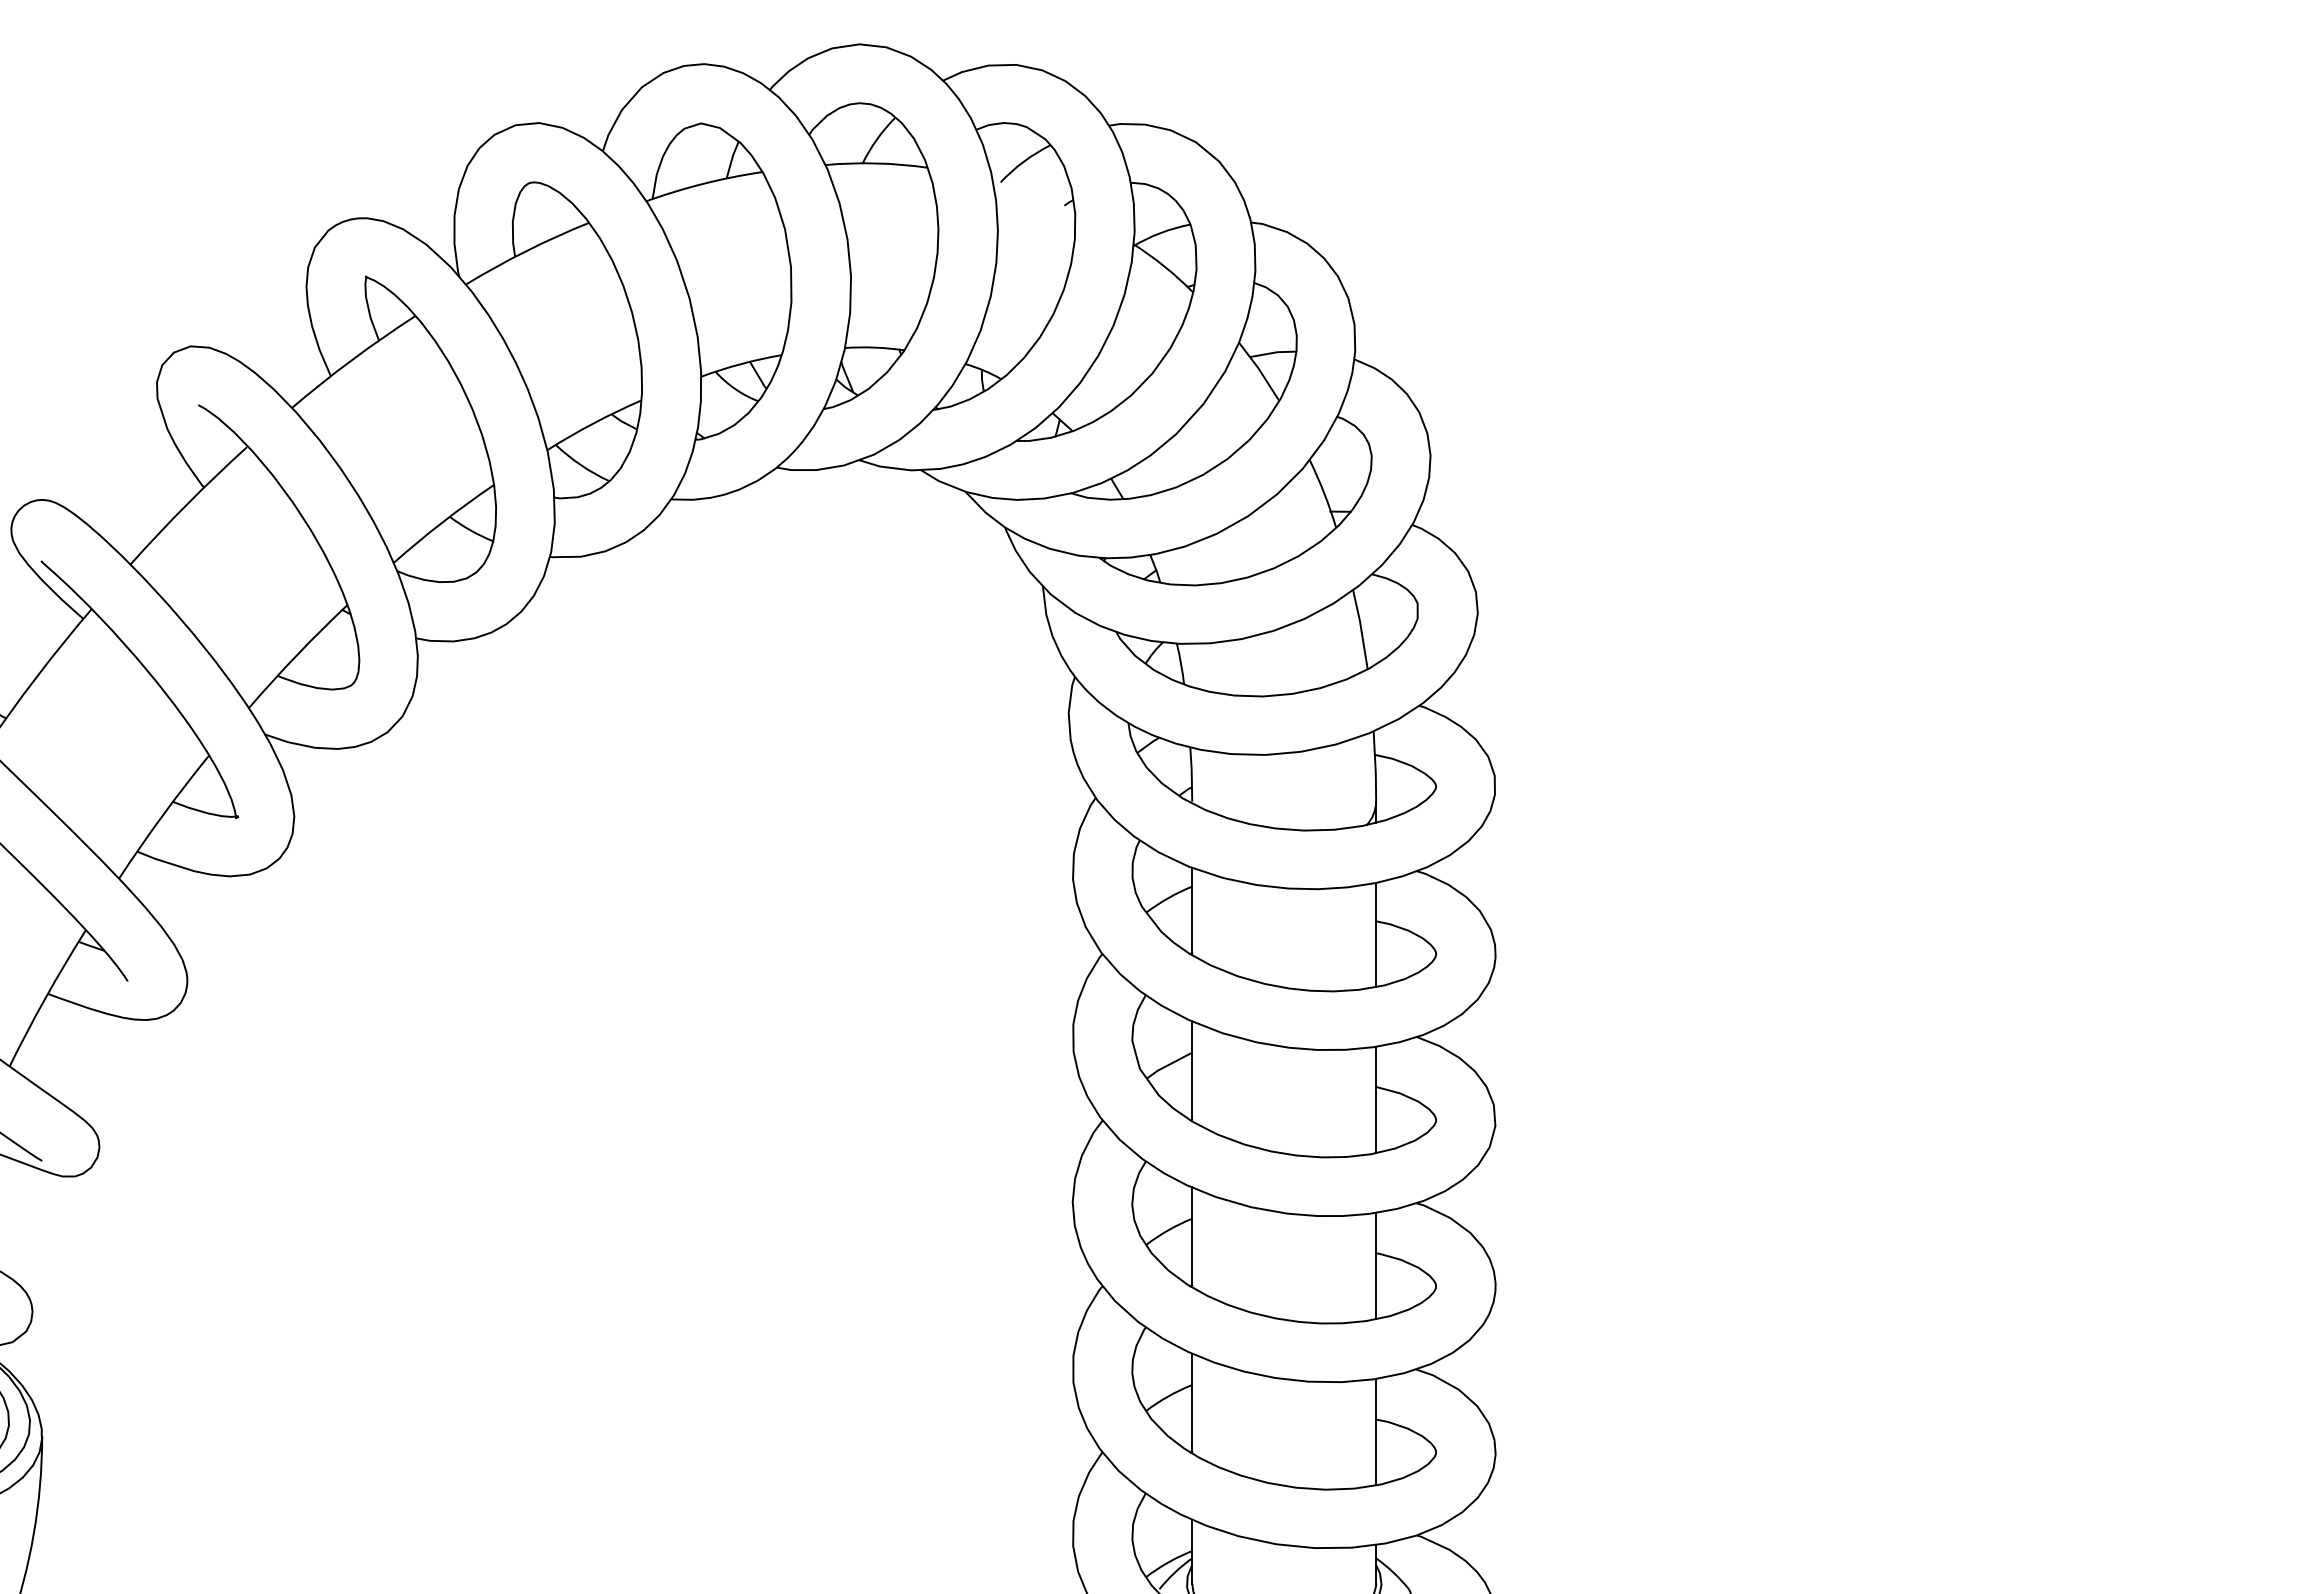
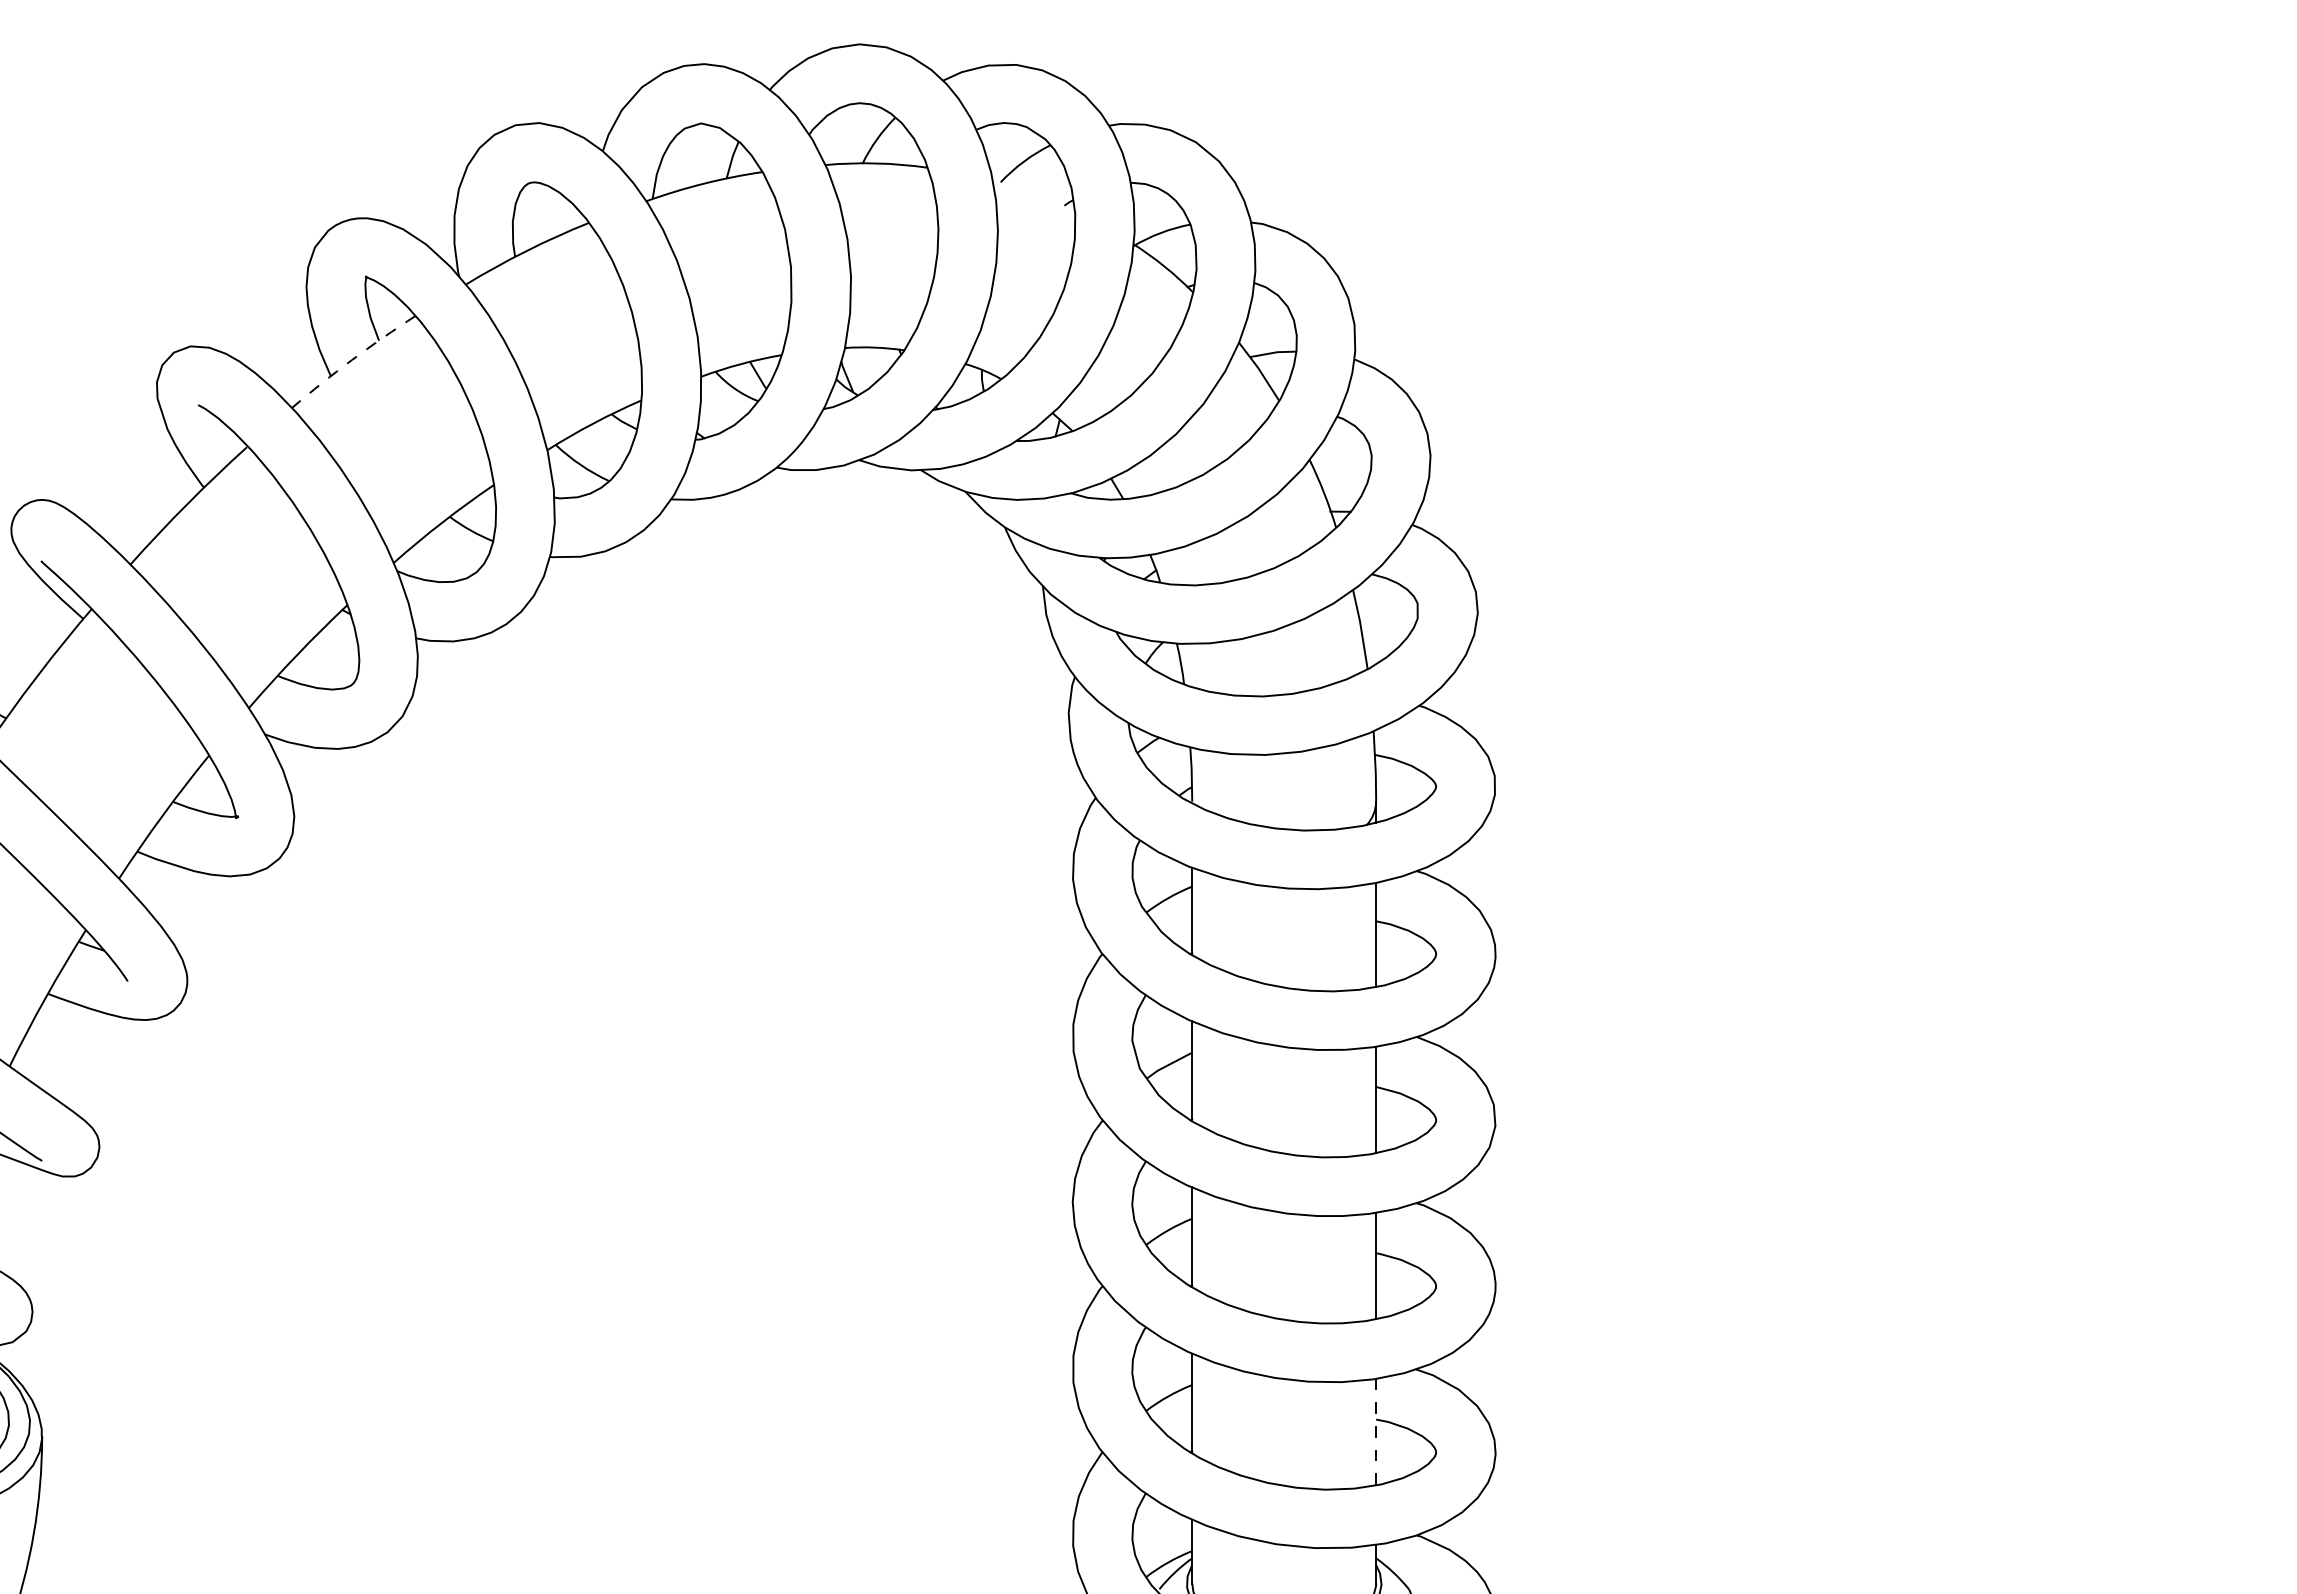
arc at (352, 359): solid -> dashed
line at (1376, 1431): solid -> dashed
